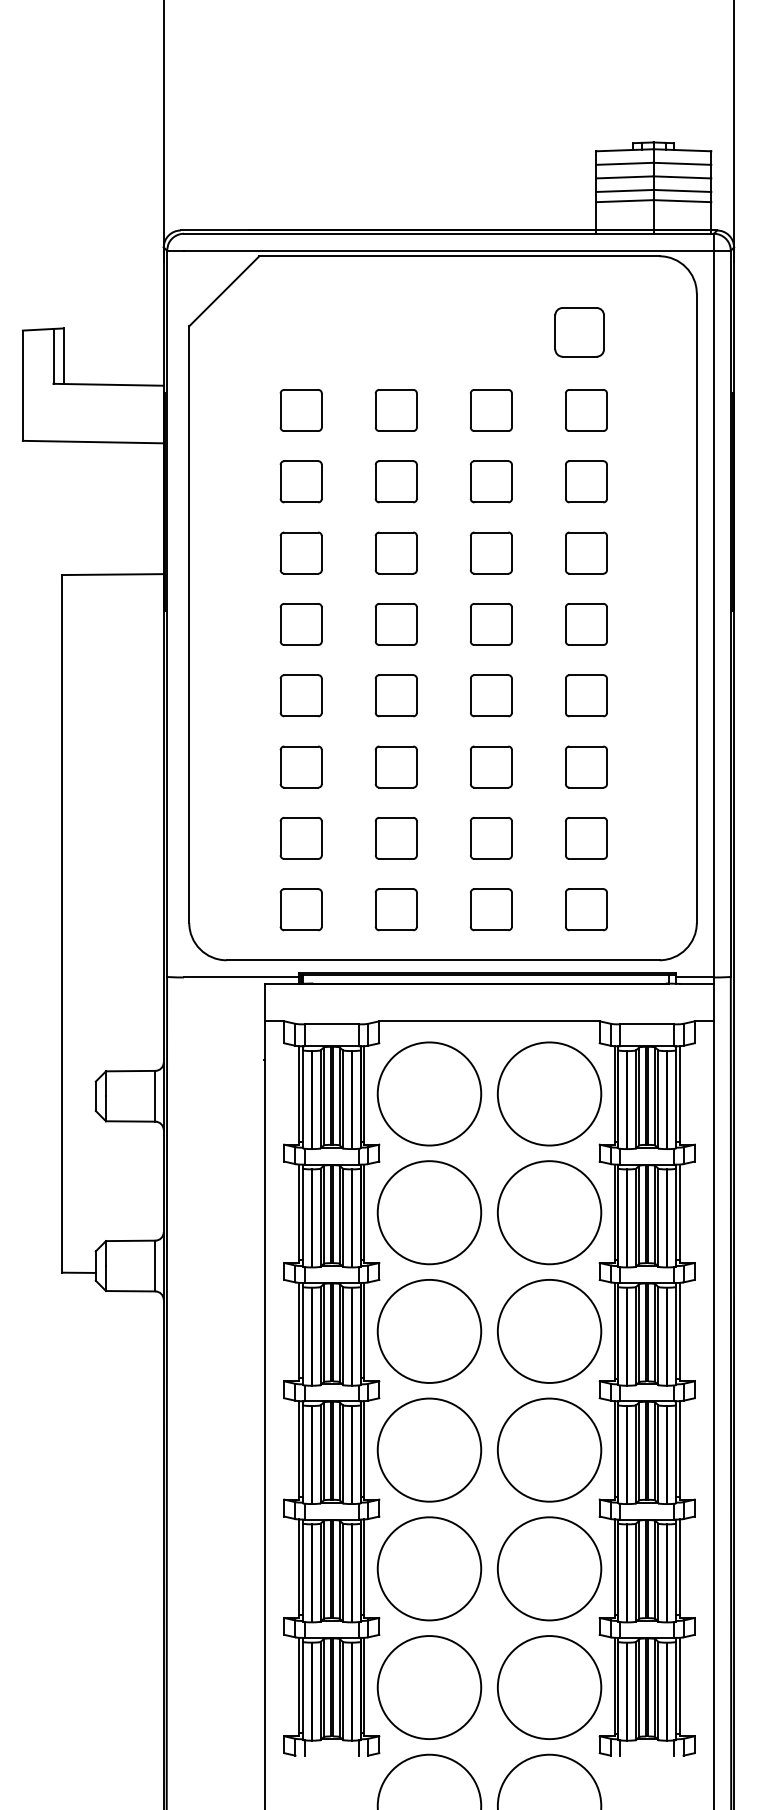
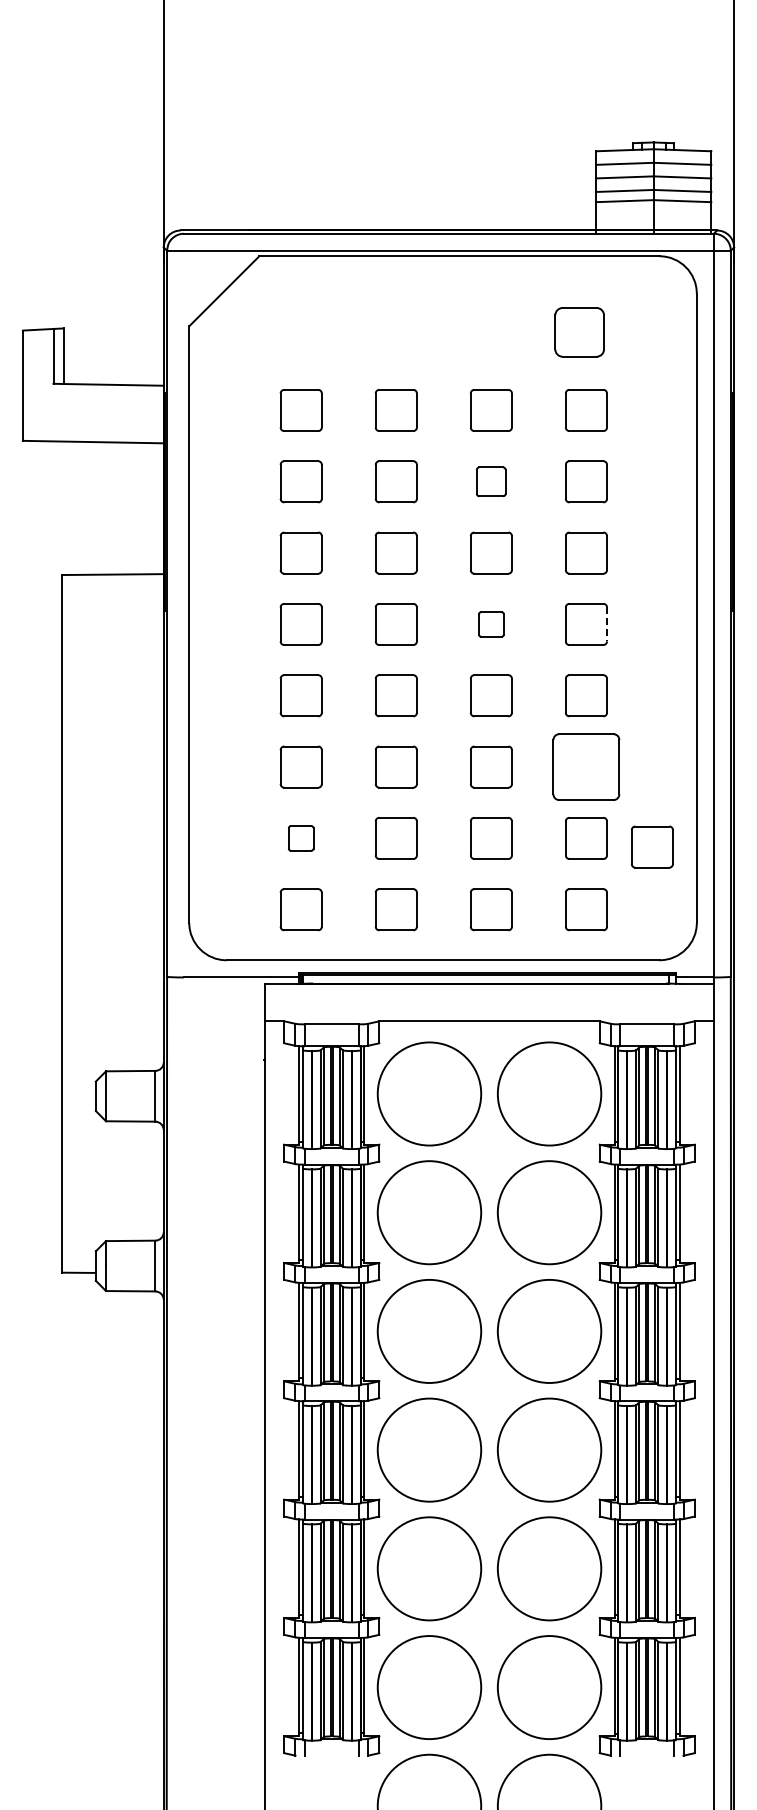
part at (490, 481) size: 44x44 px -> 31x32 px
part at (491, 624) size: 43x43 px -> 27x27 px
line at (607, 624): solid -> dashed
part at (586, 766) size: 43x44 px -> 69x68 px
part at (300, 838) size: 44x43 px -> 27x27 px
part at (651, 846): none -> present
